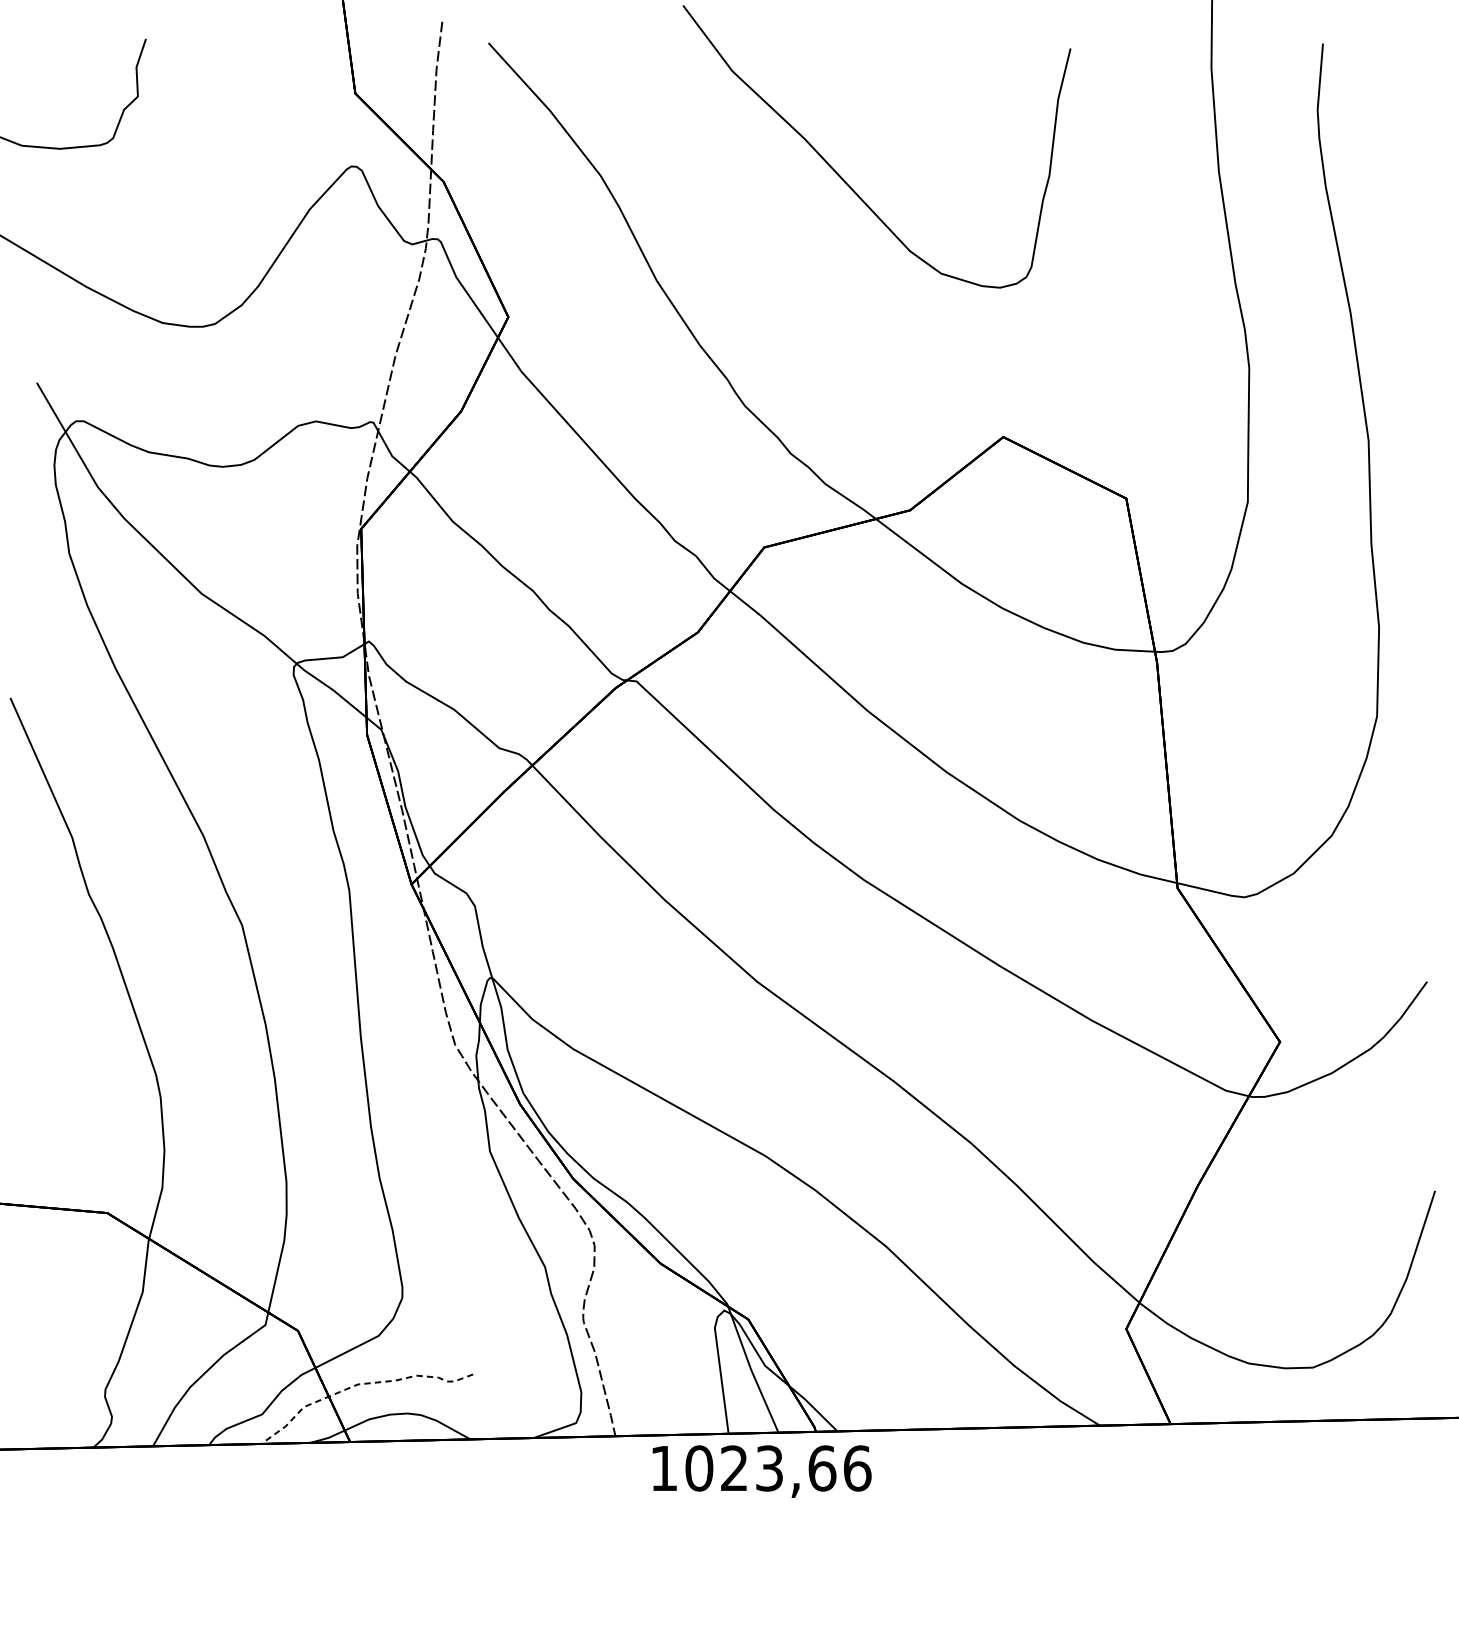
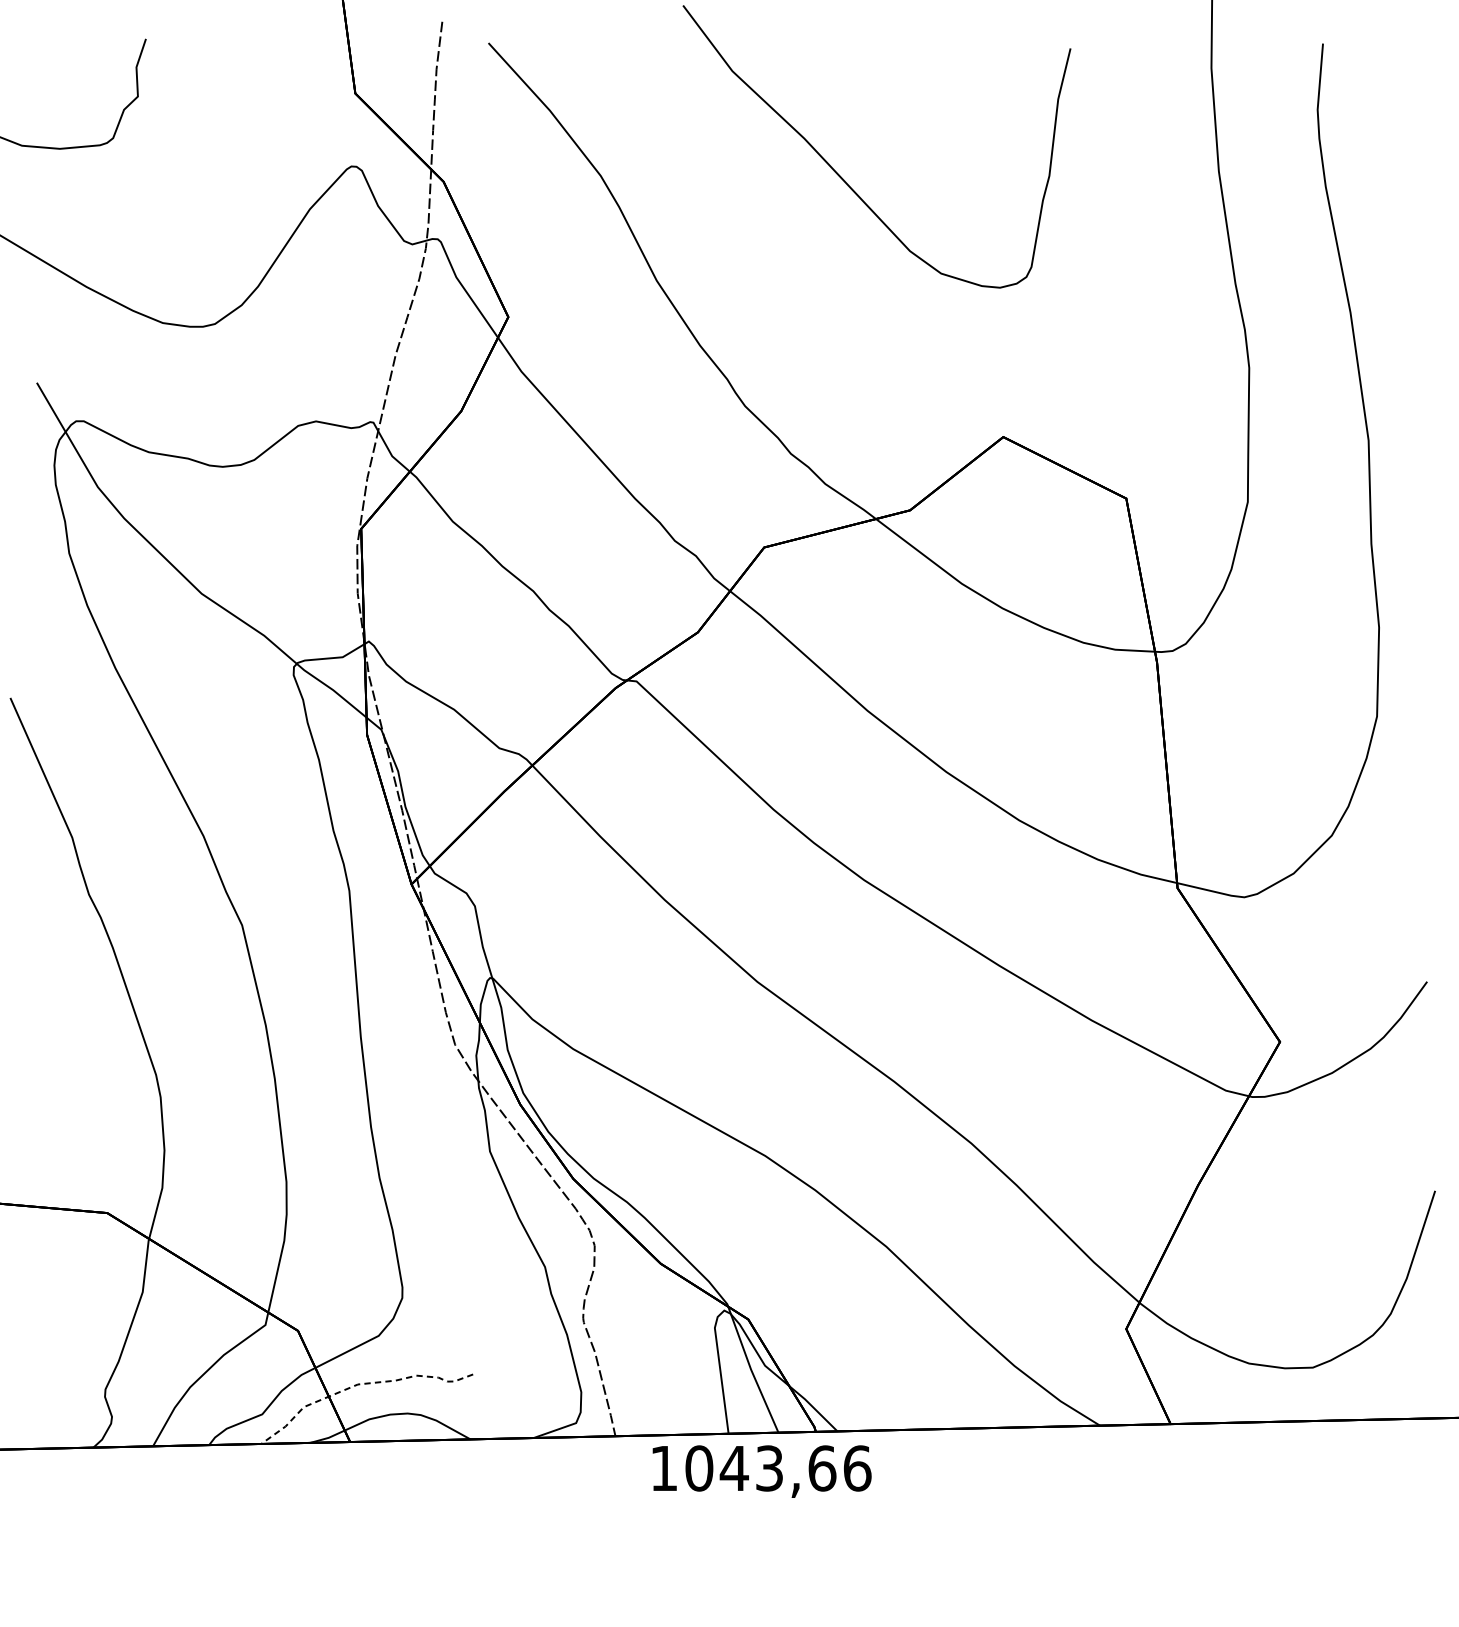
text at (733, 1467): 1023,66 -> 1043,66
